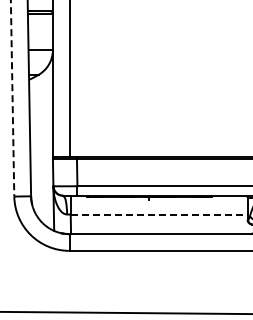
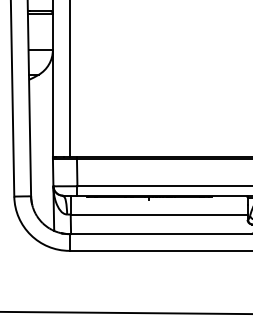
line at (12, 98): dashed -> solid
line at (159, 214): dashed -> solid
